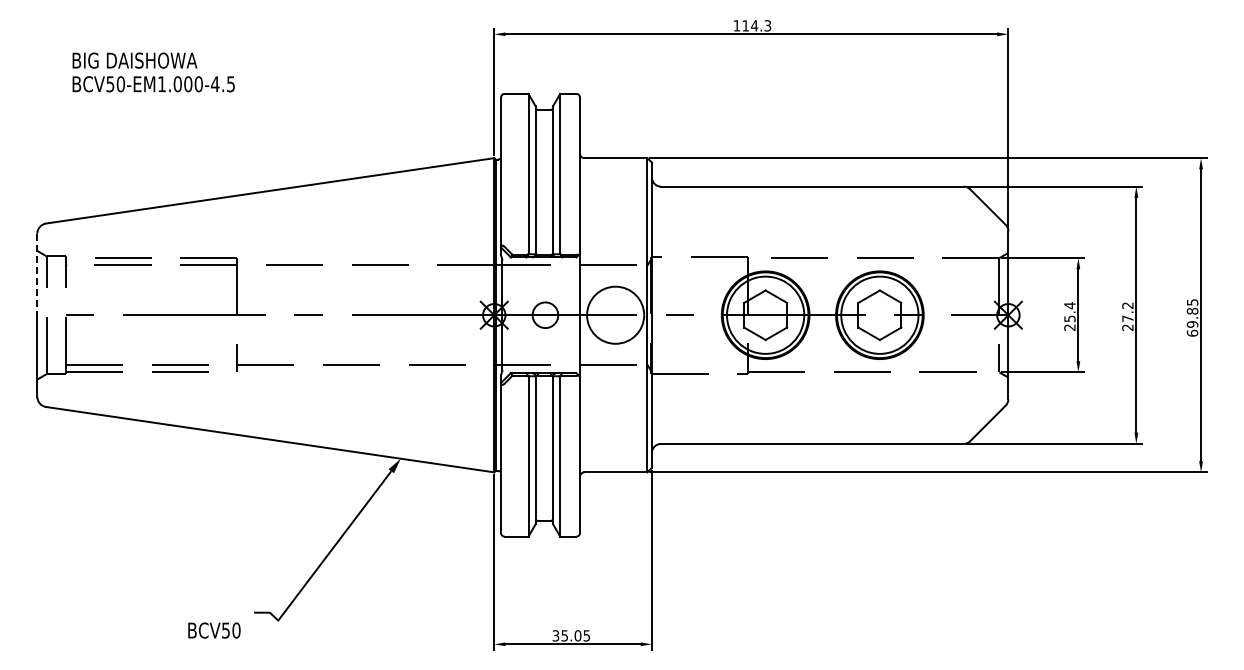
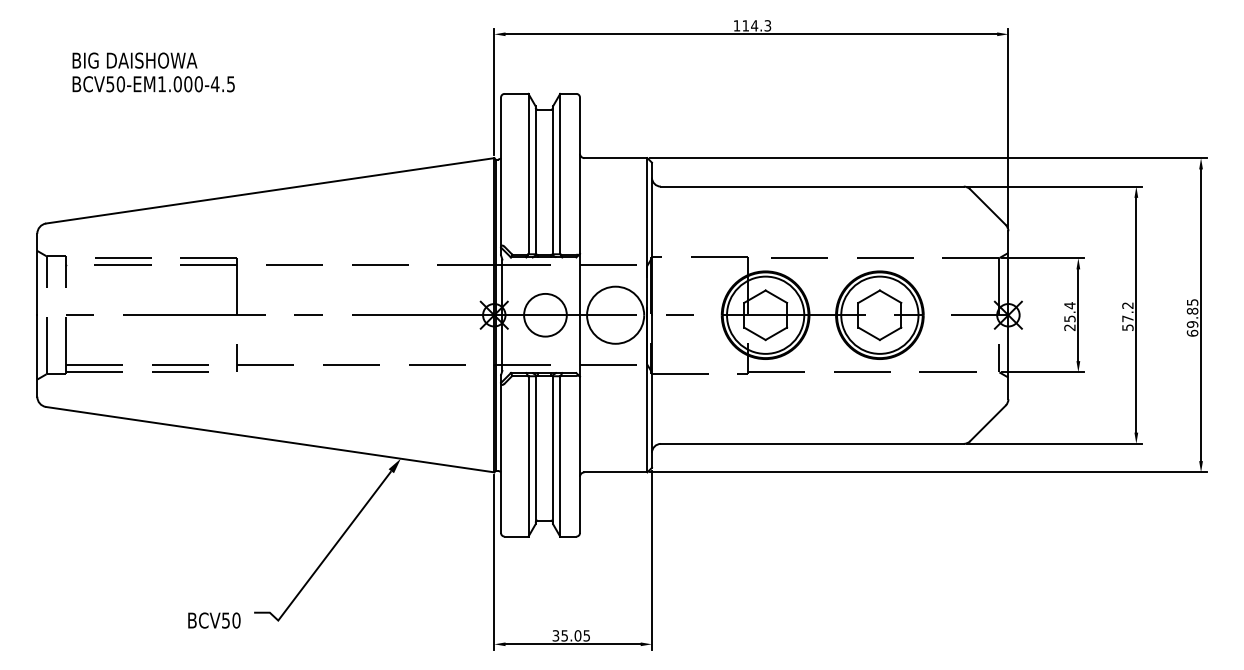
line at (37, 274): dashed -> solid
circle at (545, 315) diameter: 26 px -> 43 px
text at (1127, 327): 27.2 -> 57.2
text at (214, 630) position: (214, 630) -> (214, 620)
